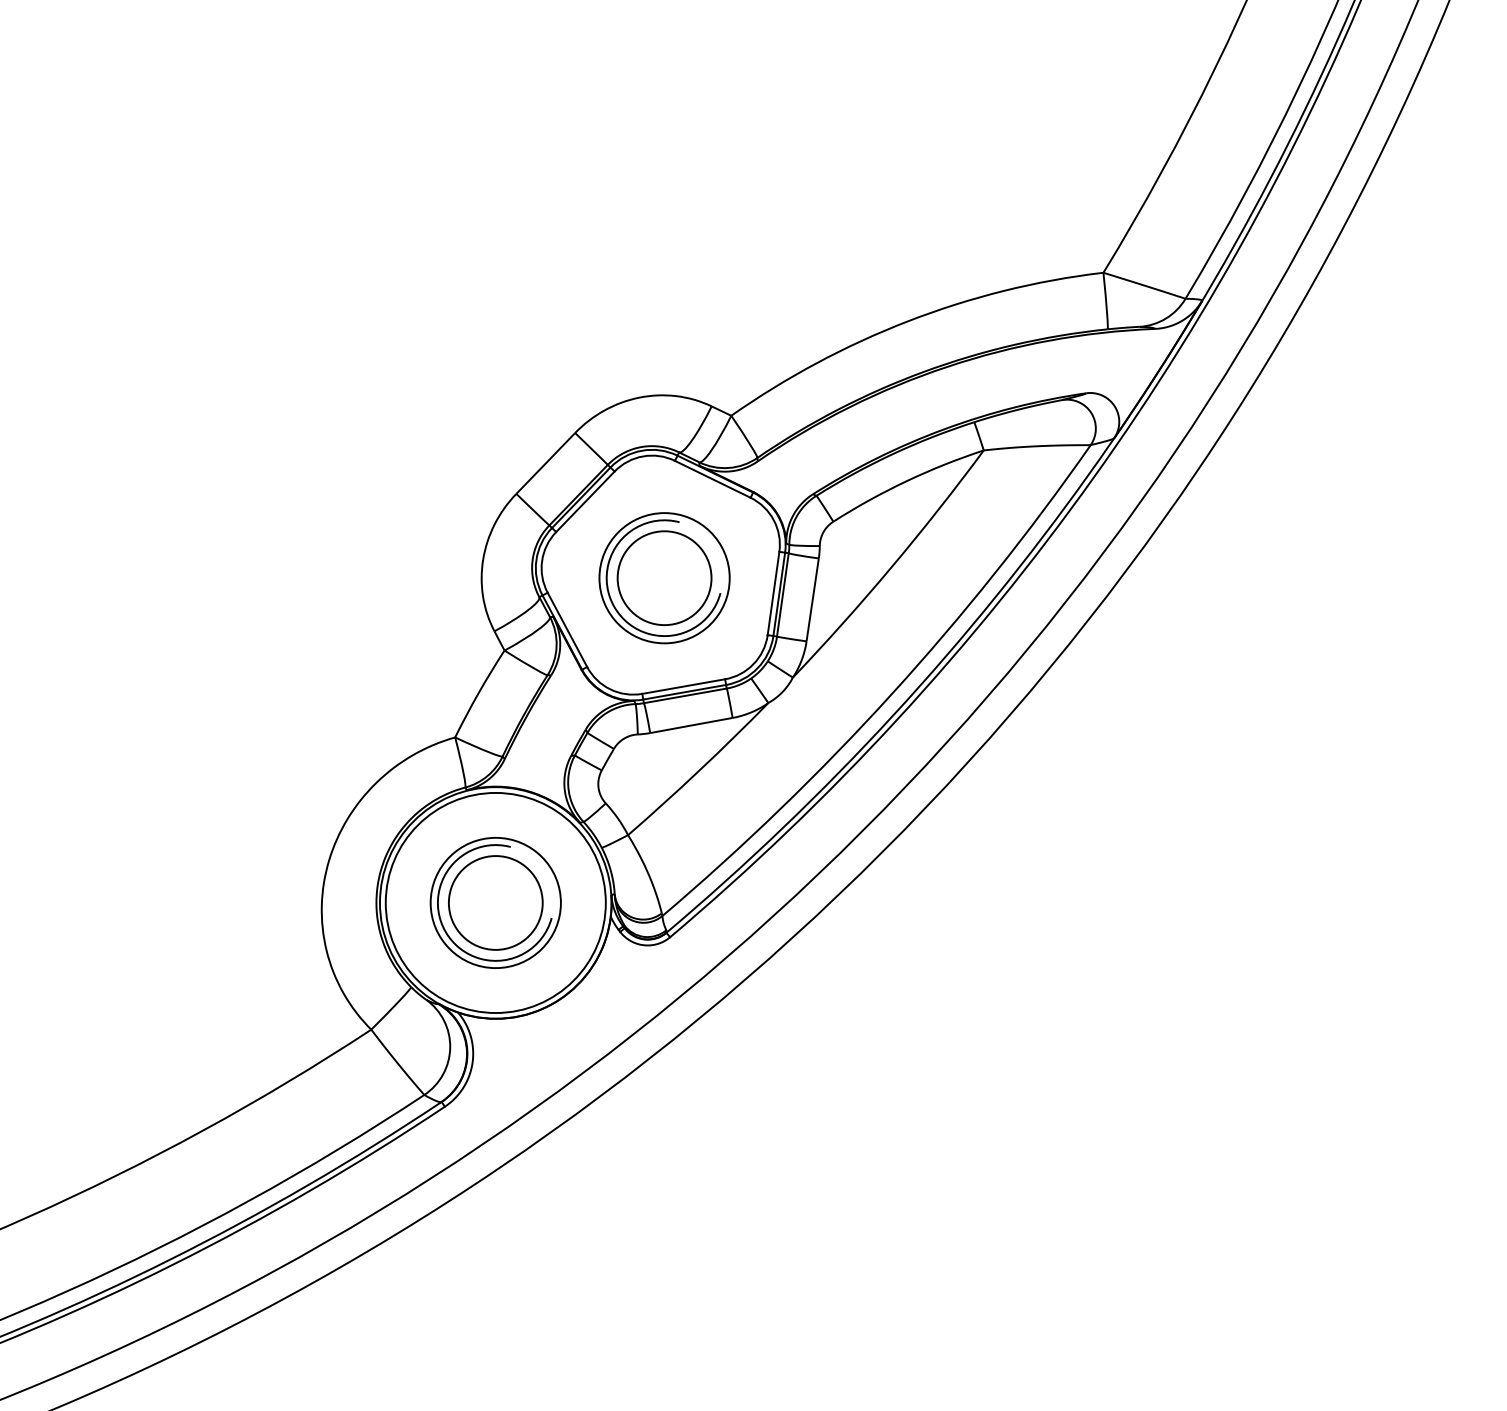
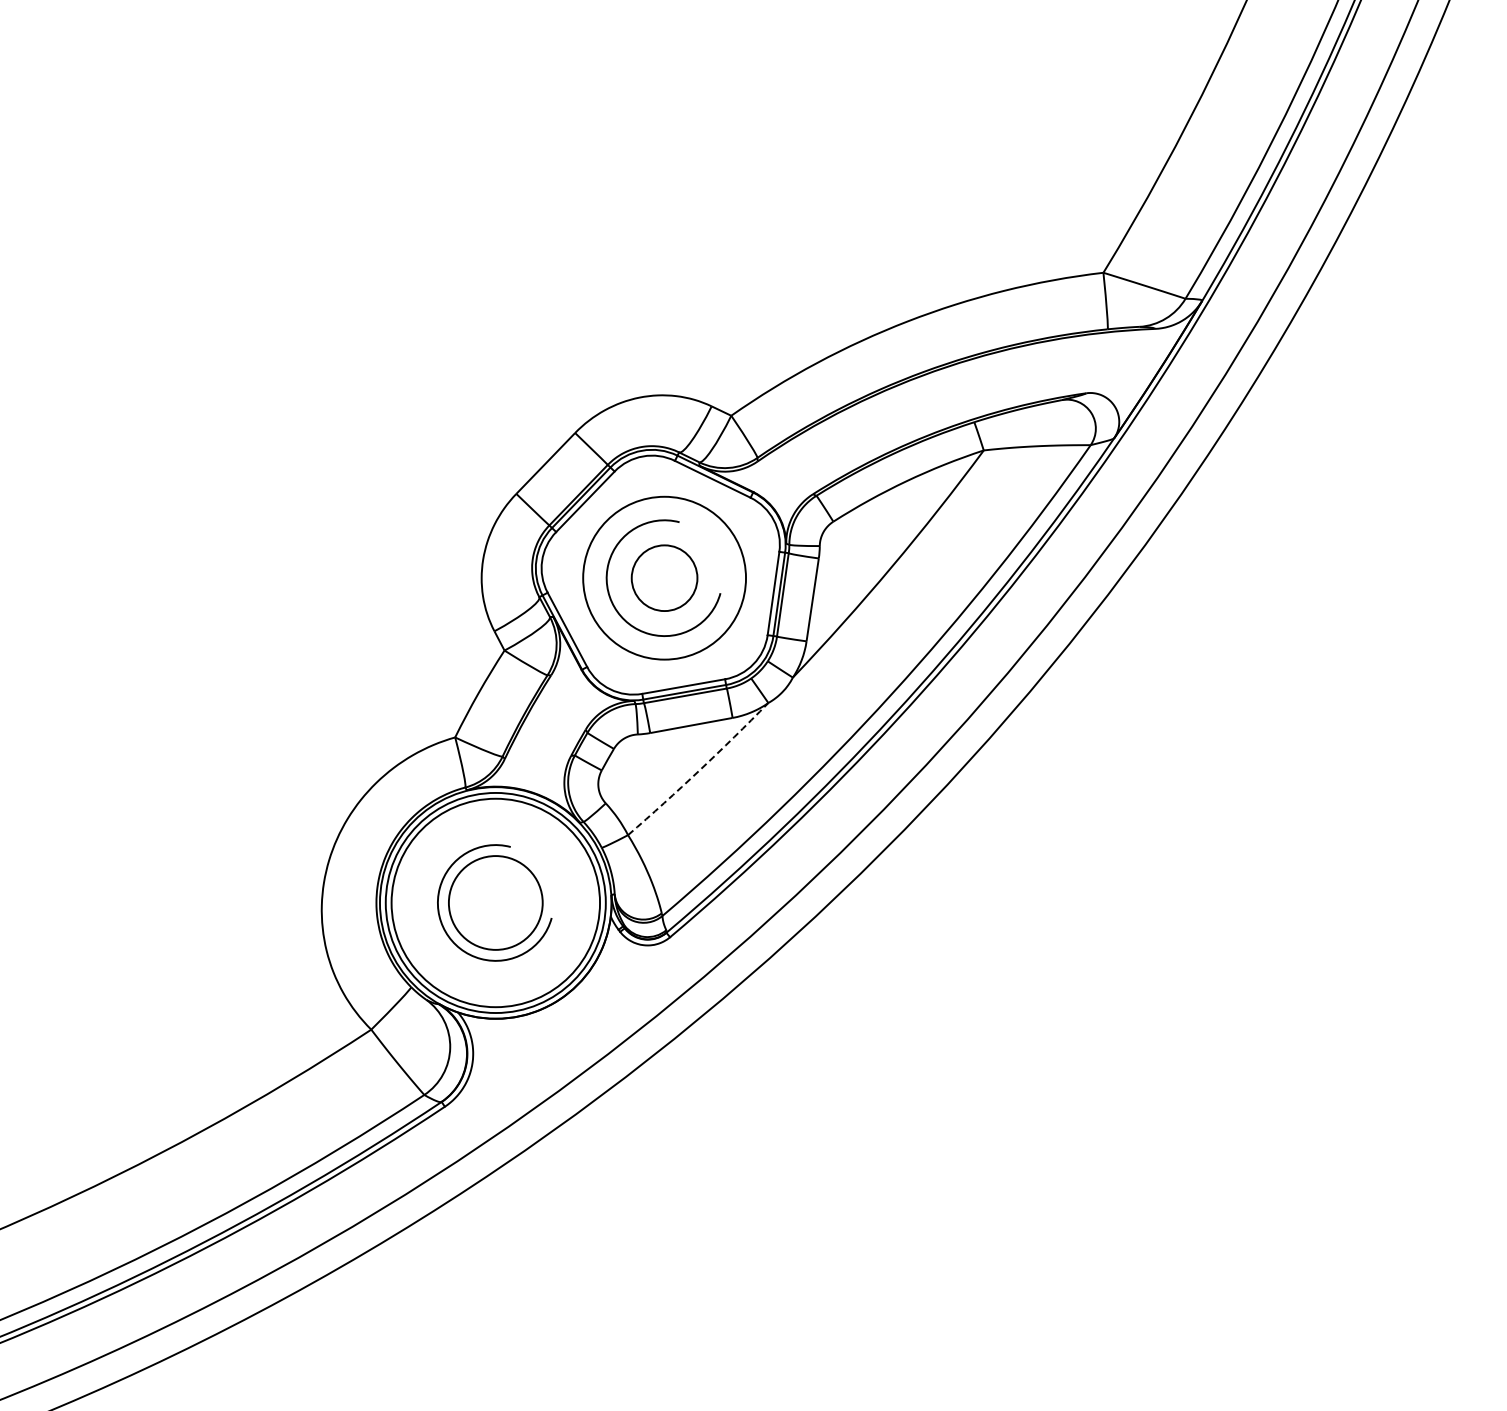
circle at (664, 578) diameter: 130 px -> 163 px
circle at (664, 578) diameter: 94 px -> 66 px
arc at (699, 770): solid -> dashed
circle at (495, 902) diameter: 130 px -> 208 px
